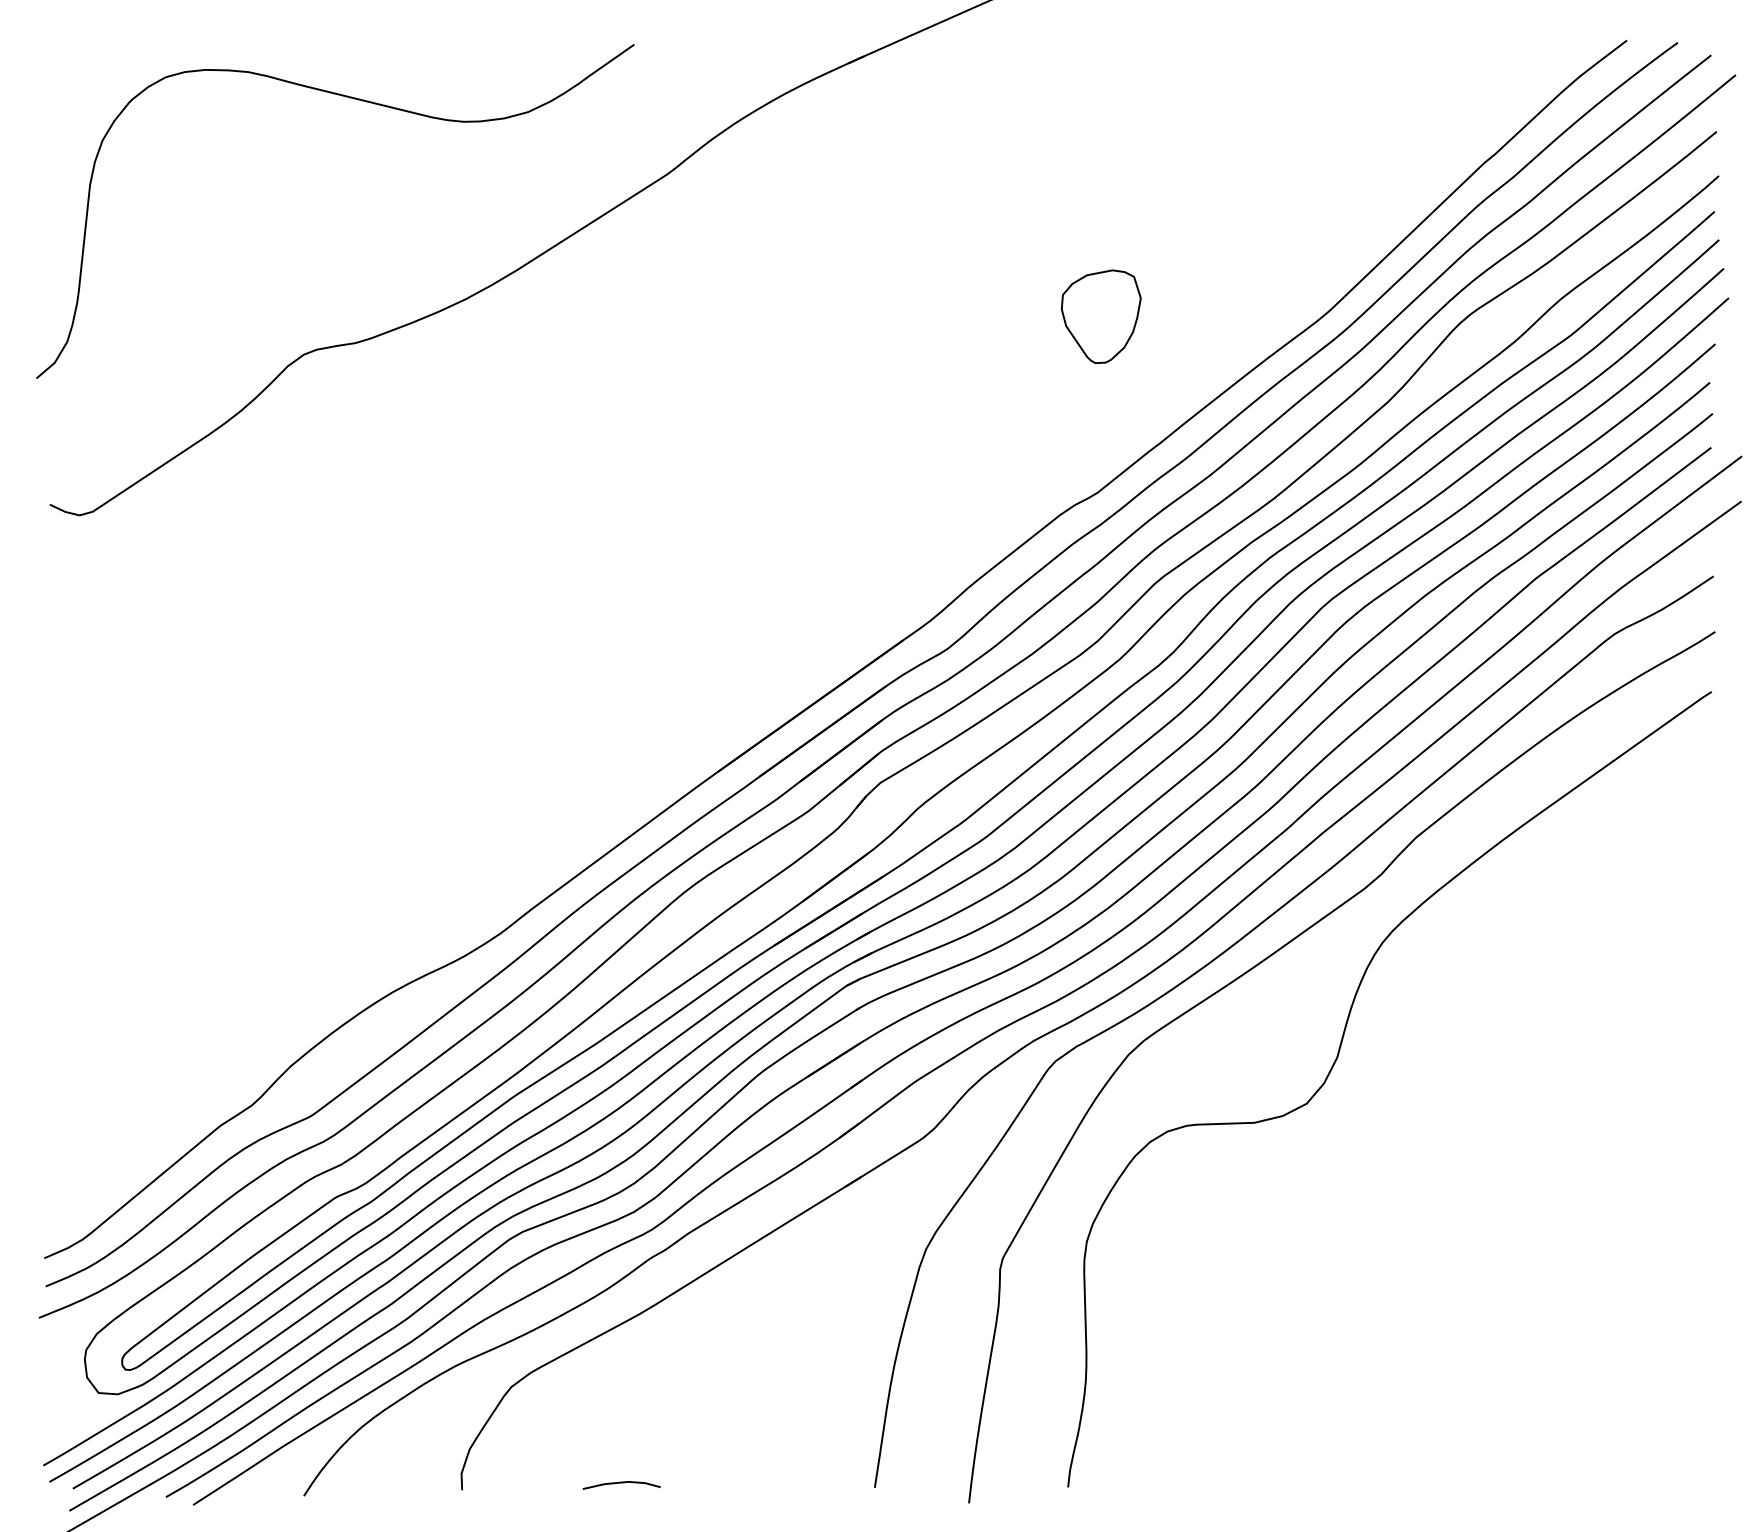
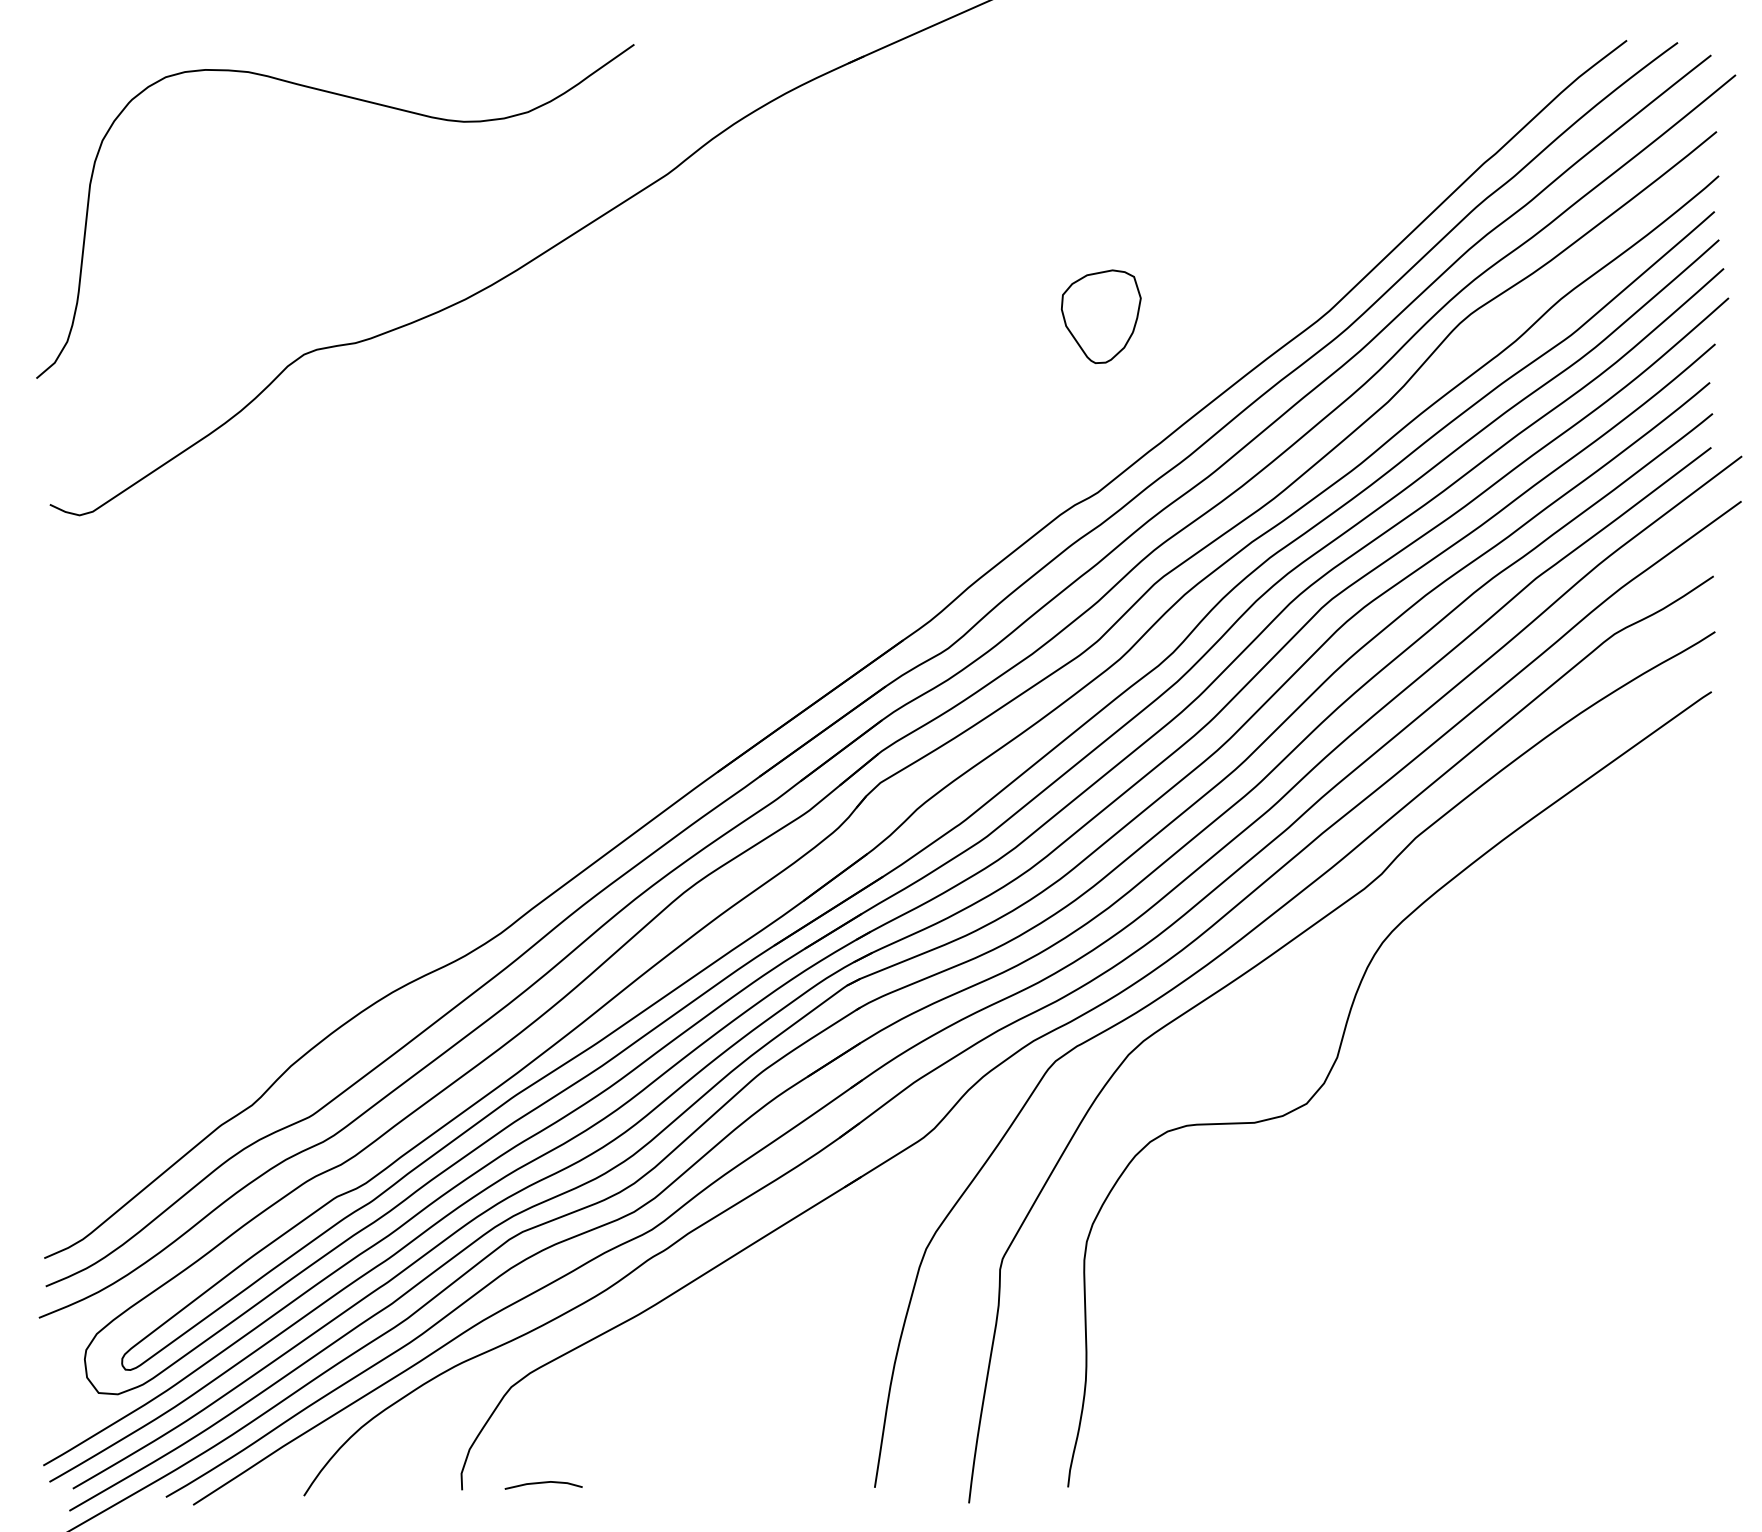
line at (621, 1483) position: (621, 1483) -> (543, 1483)
